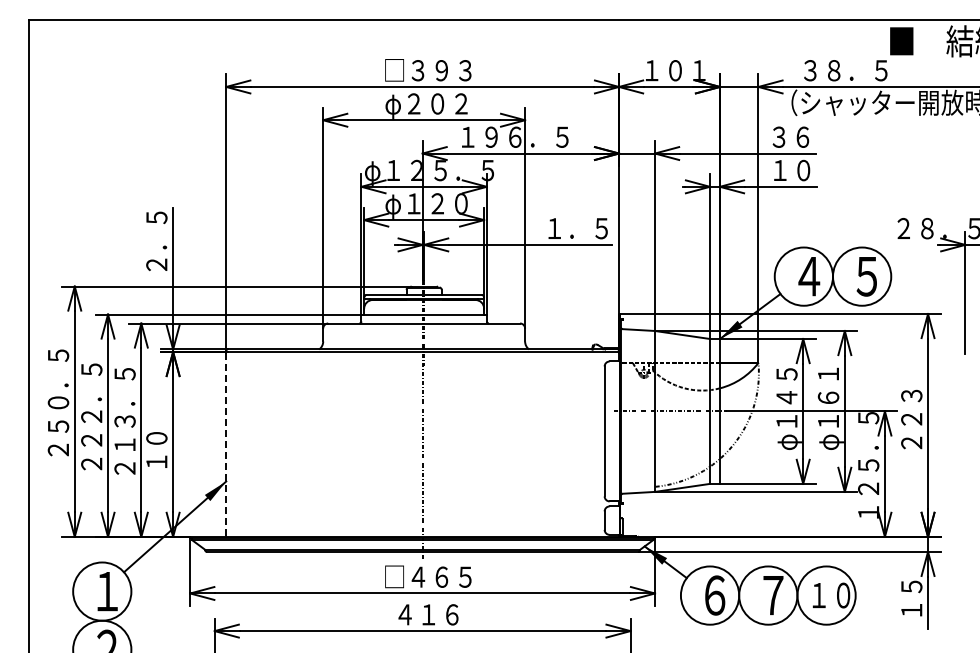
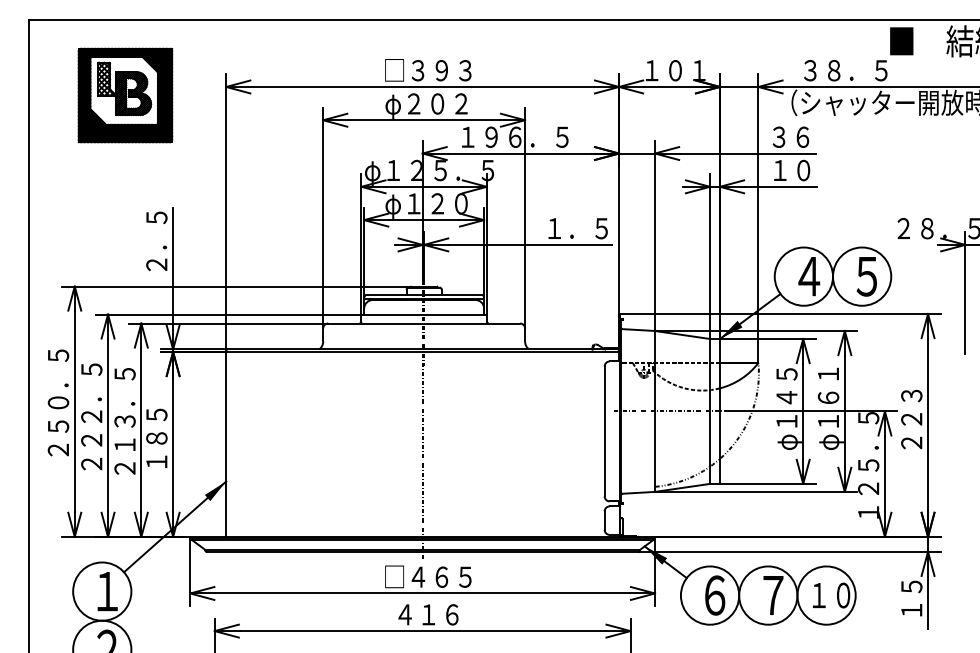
part at (125, 95): none -> present
text at (156, 426): １０ -> １８５
line at (226, 444): dashed -> solid
